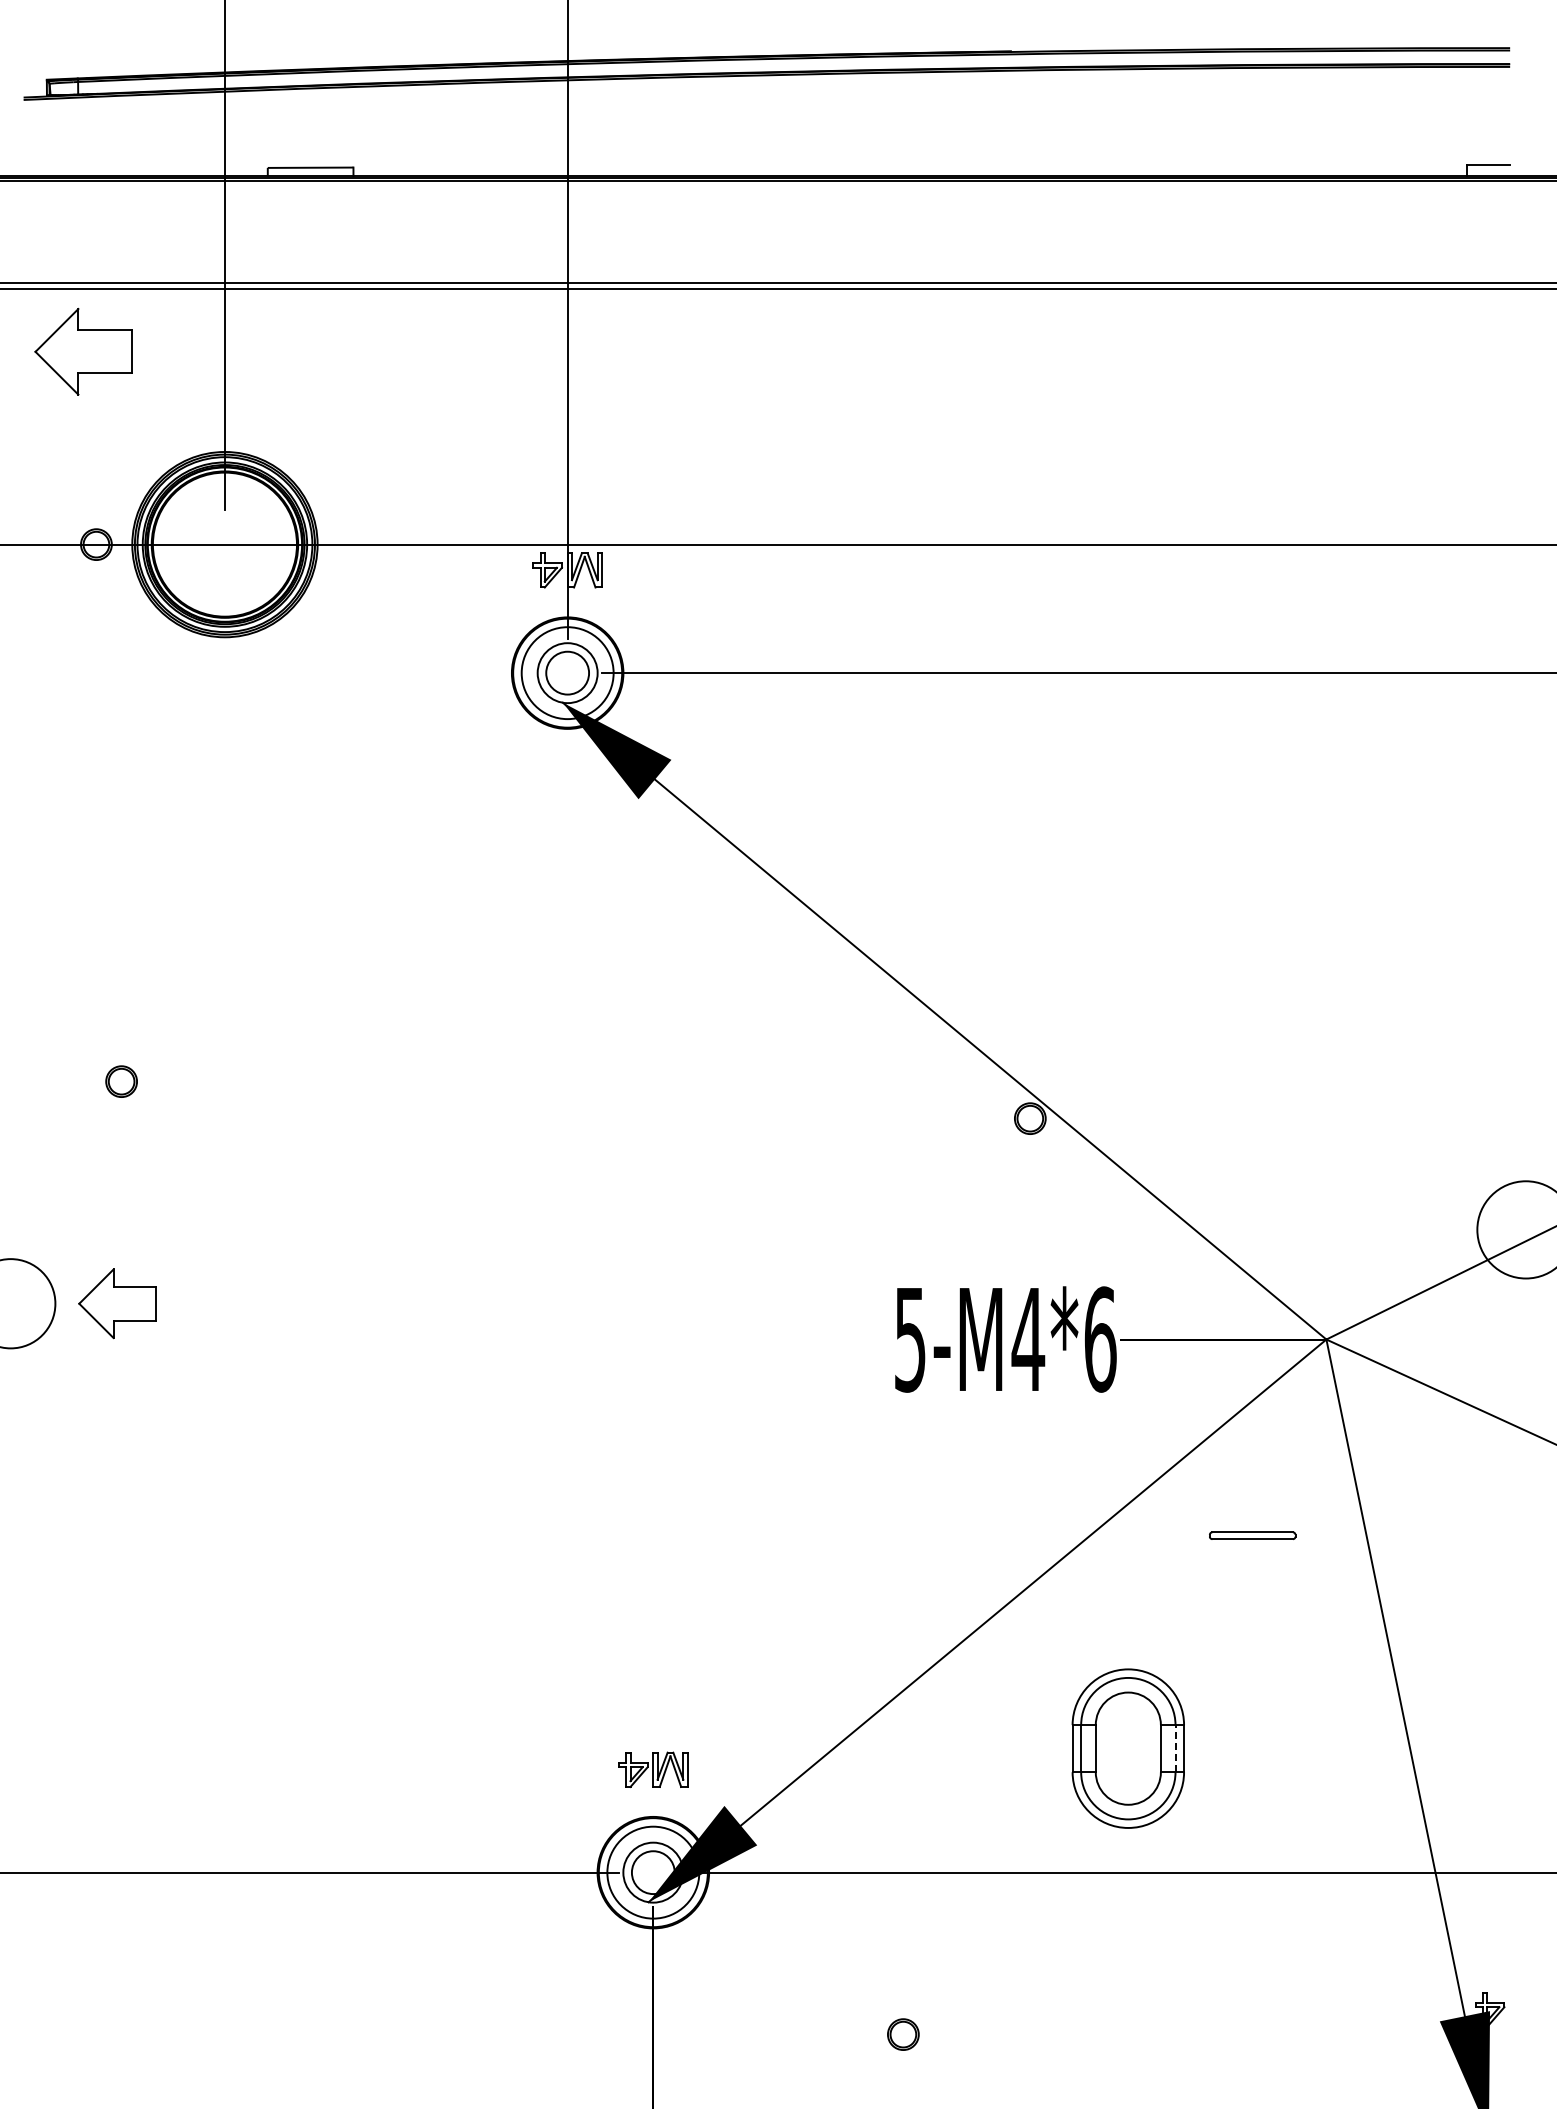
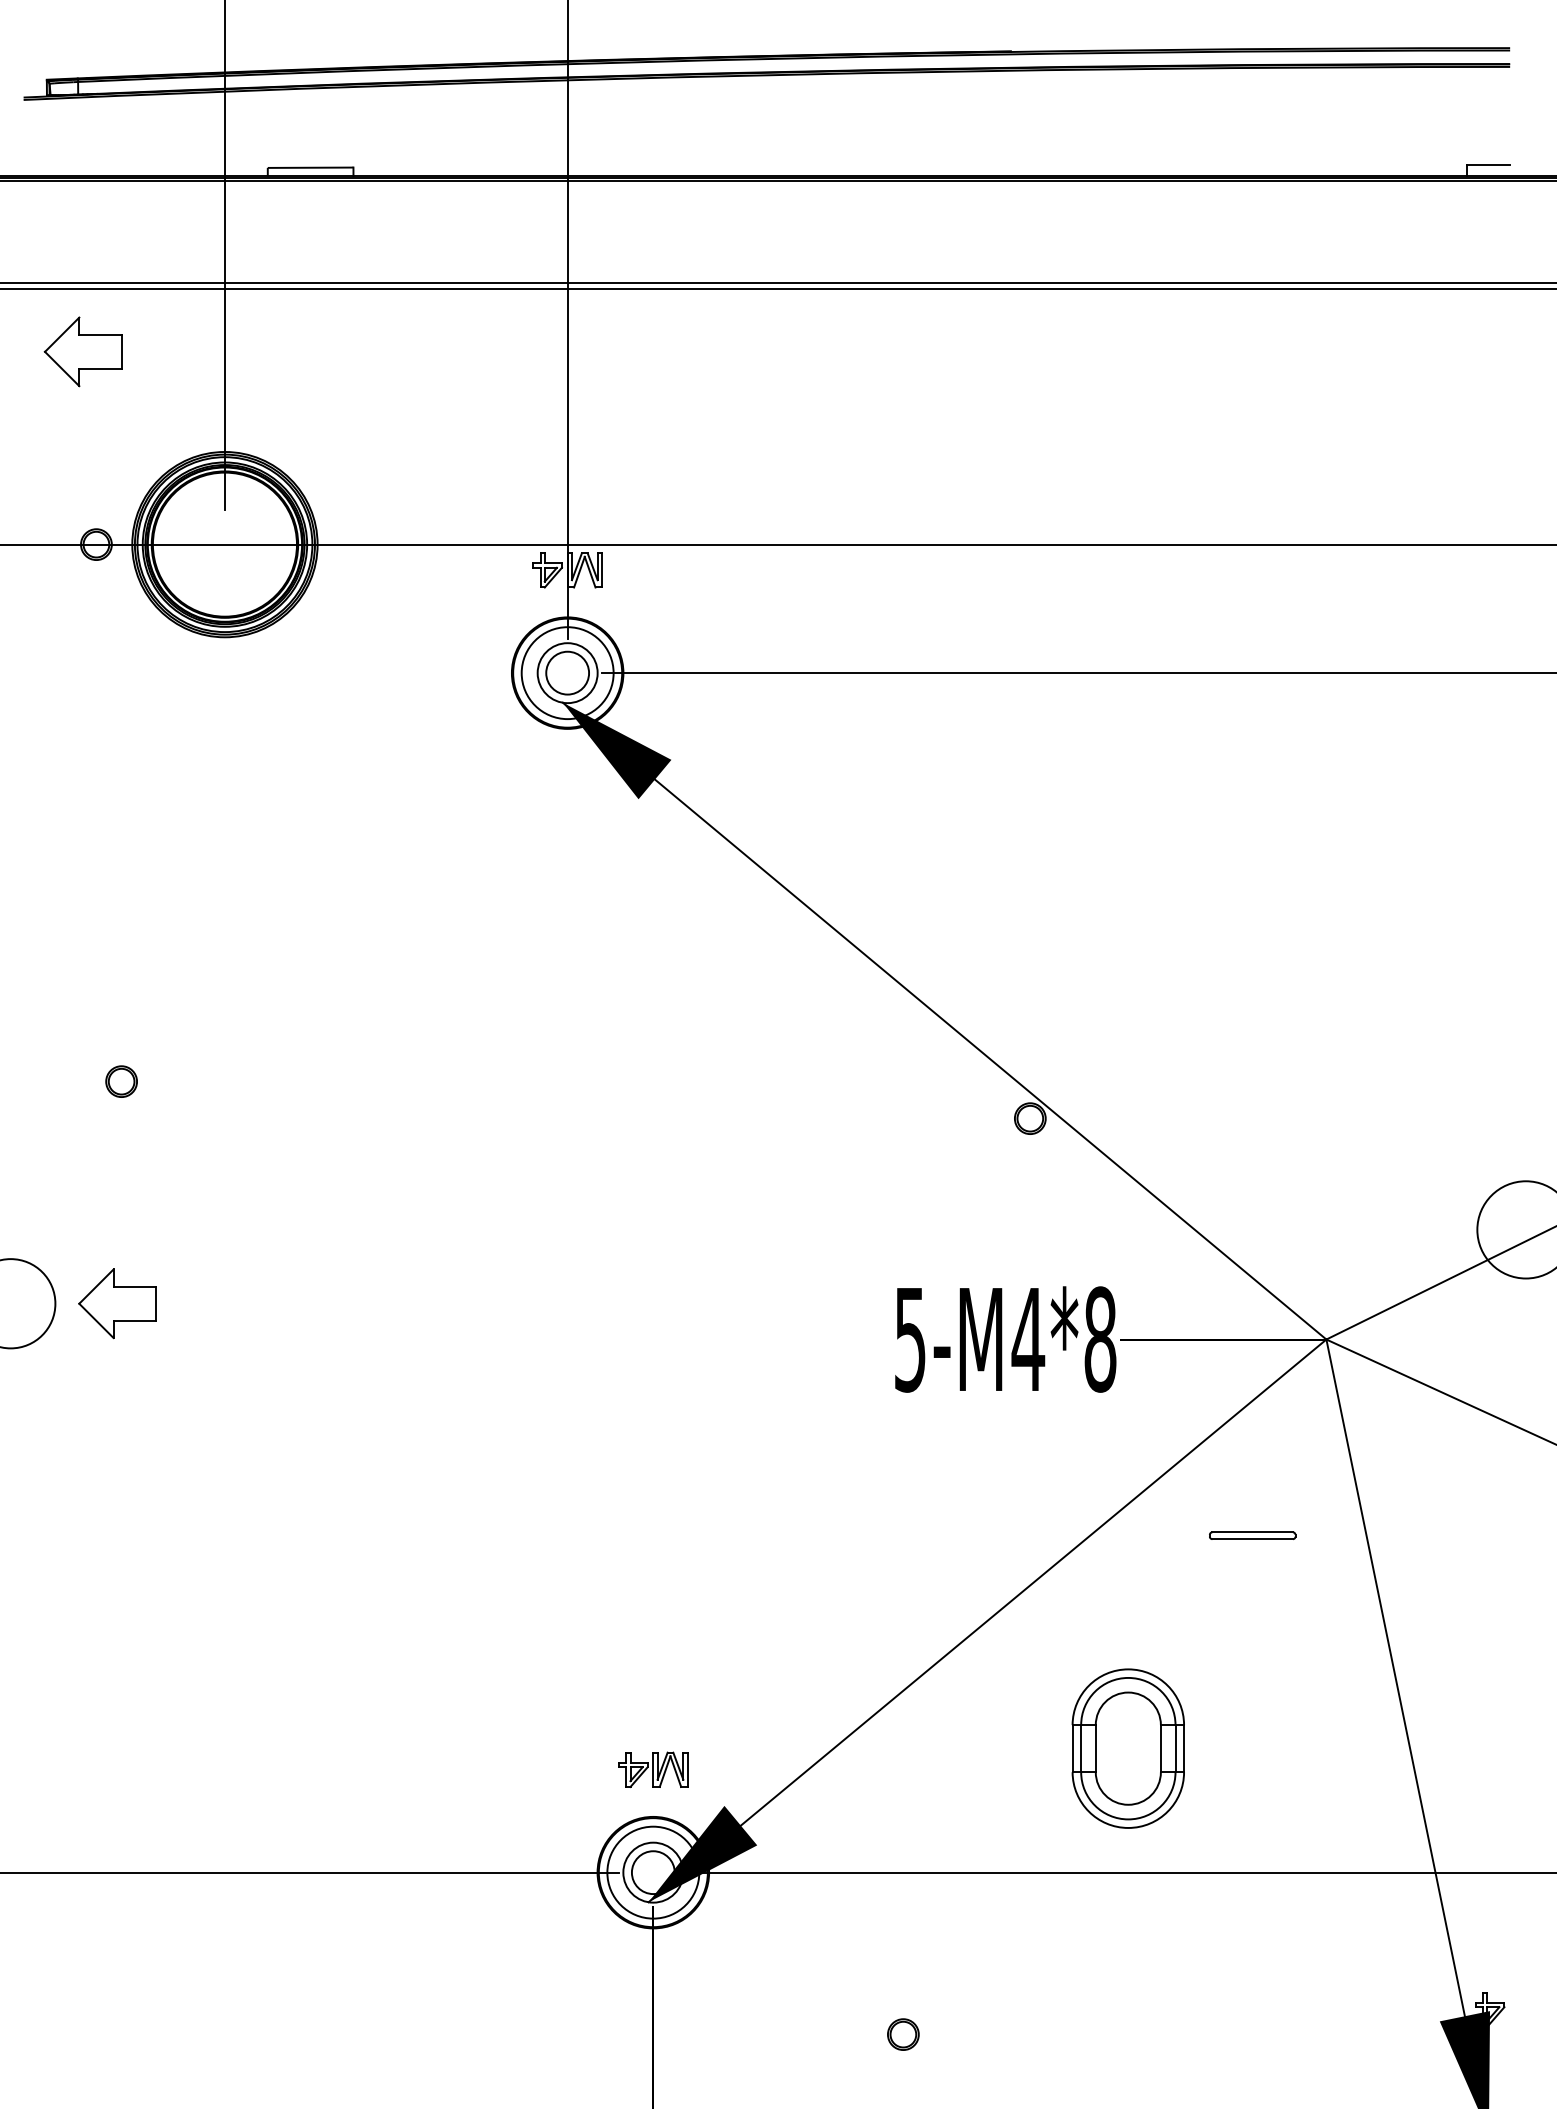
part at (83, 351) size: 99x89 px -> 80x72 px
text at (1100, 1339): 5-M4*6 -> 5-M4*8
line at (1175, 1748): dashed -> solid
